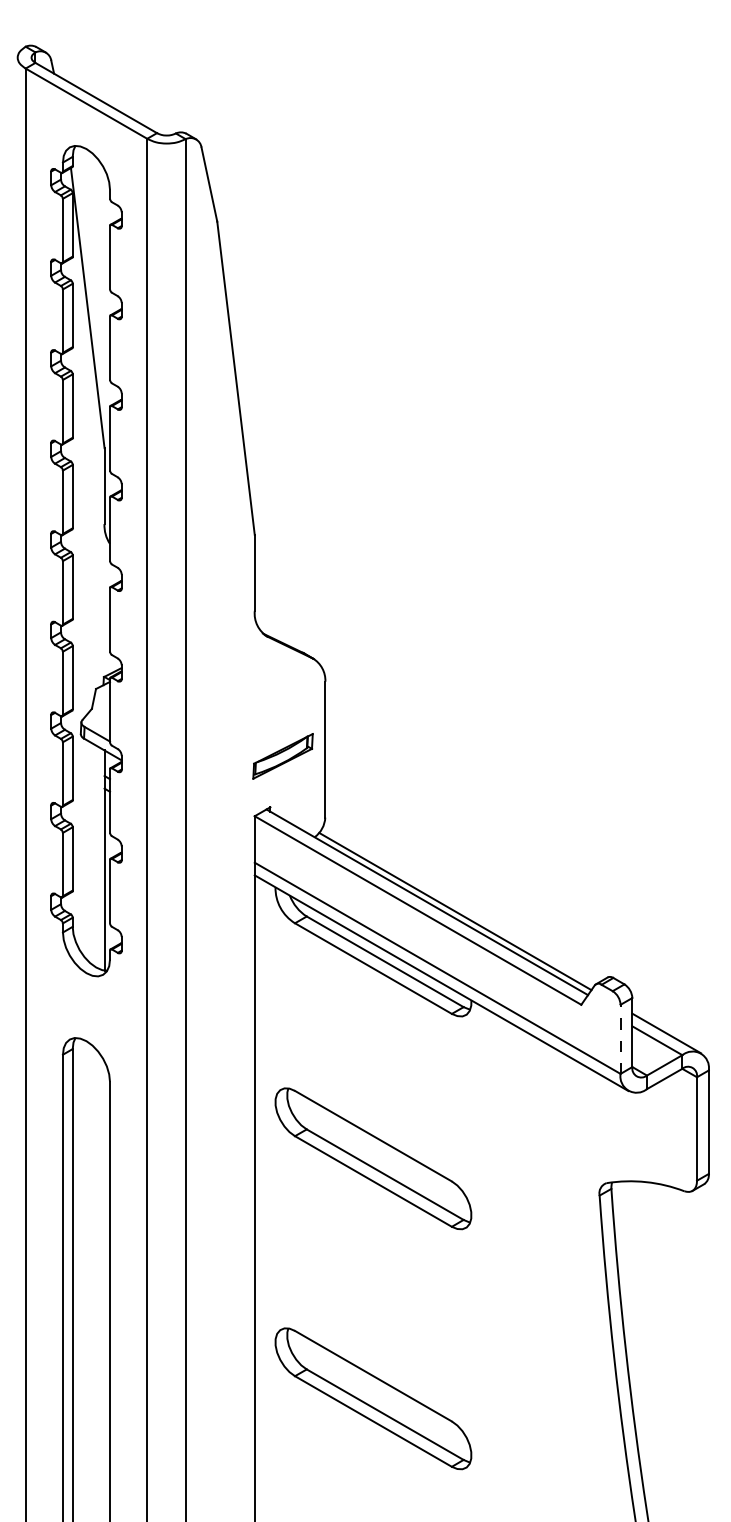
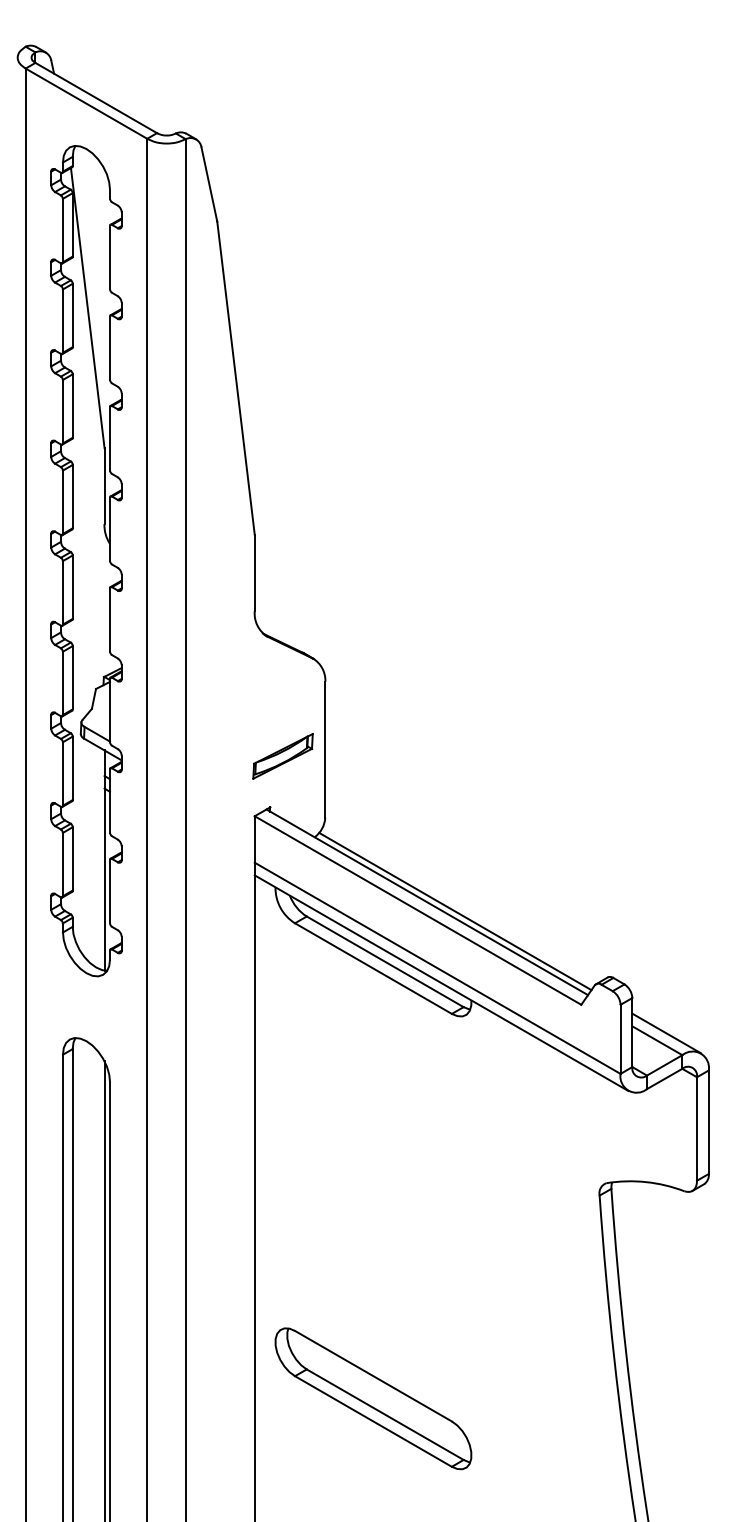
line at (620, 1039): dashed -> solid
part at (373, 1158): present -> none
line at (104, 1289): none -> present
